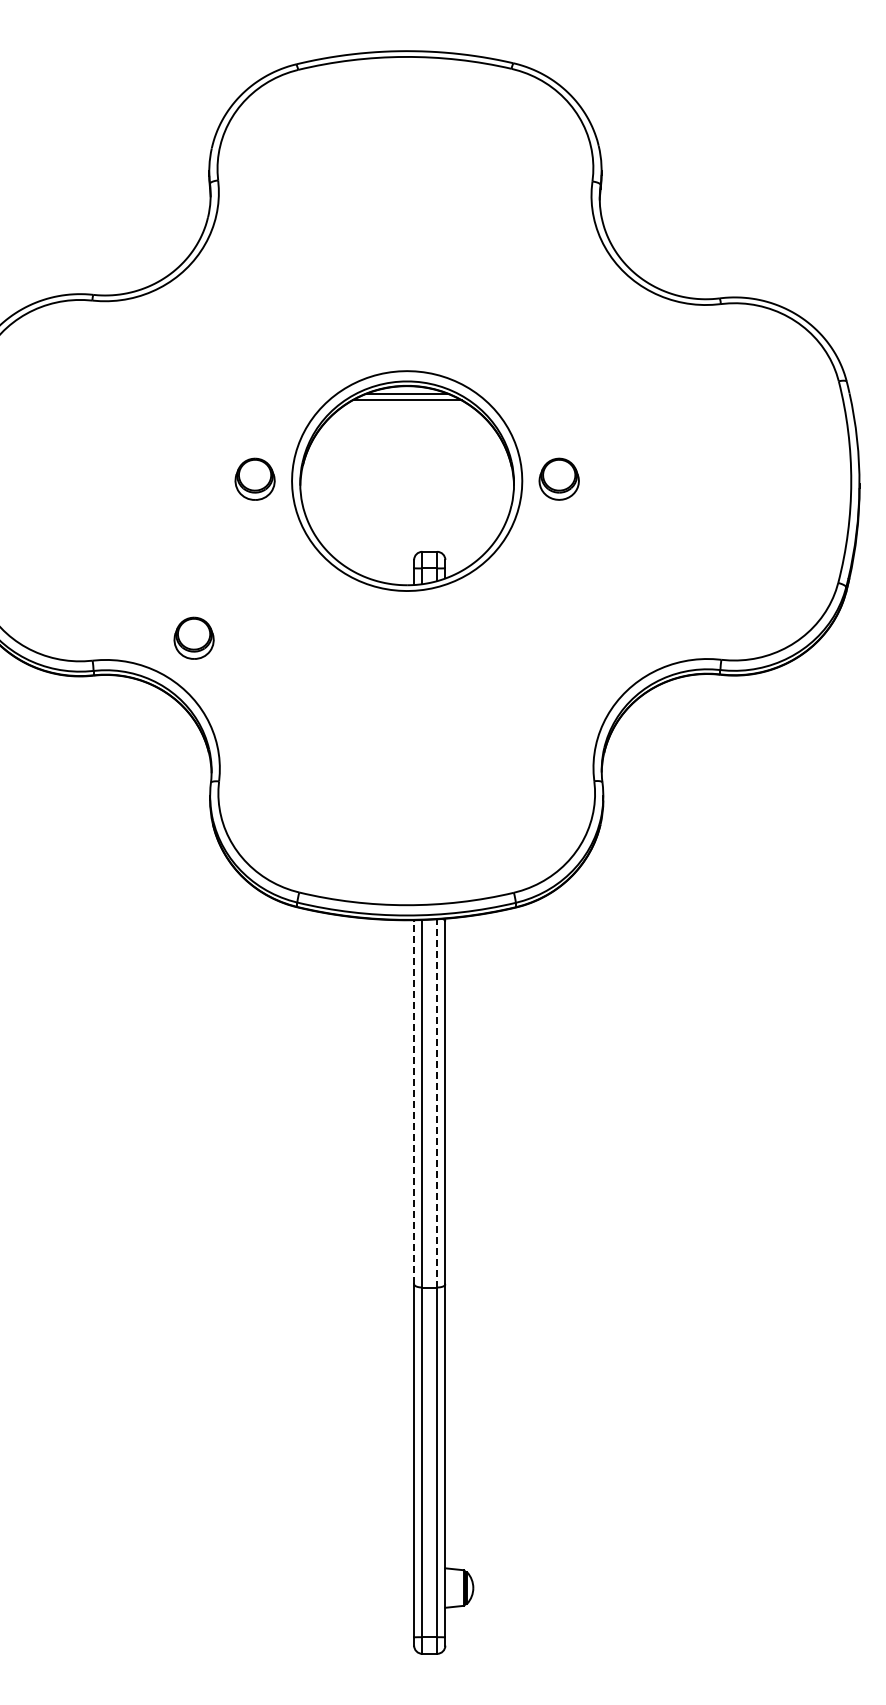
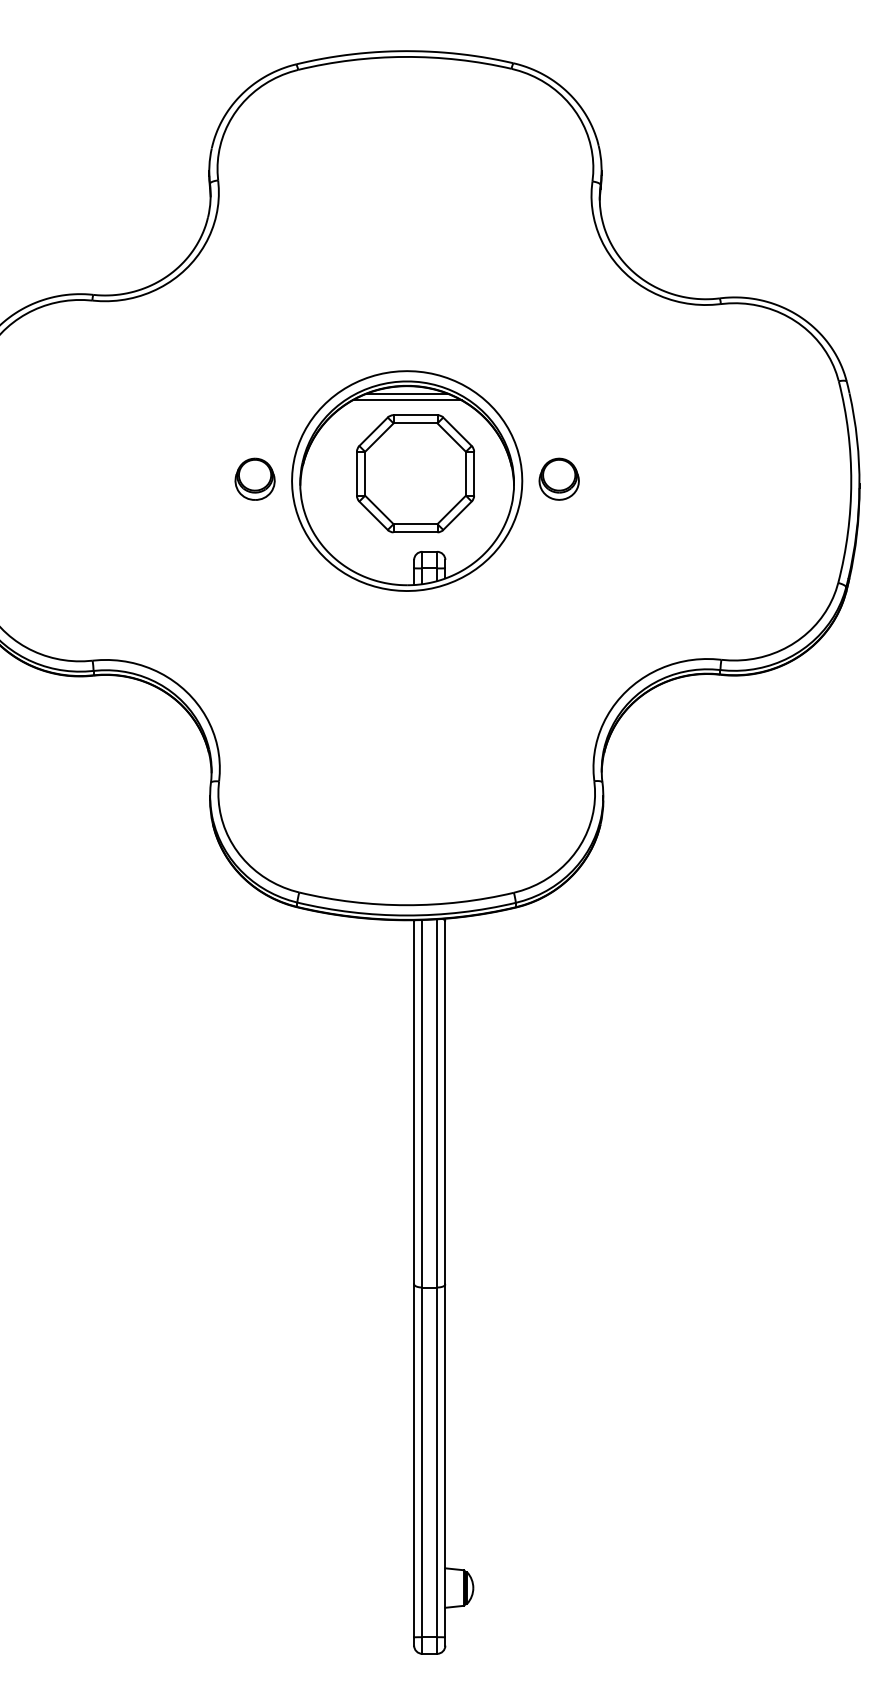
part at (415, 473): none -> present
part at (193, 637): present -> none
line at (414, 1102): dashed -> solid
line at (437, 1102): dashed -> solid
